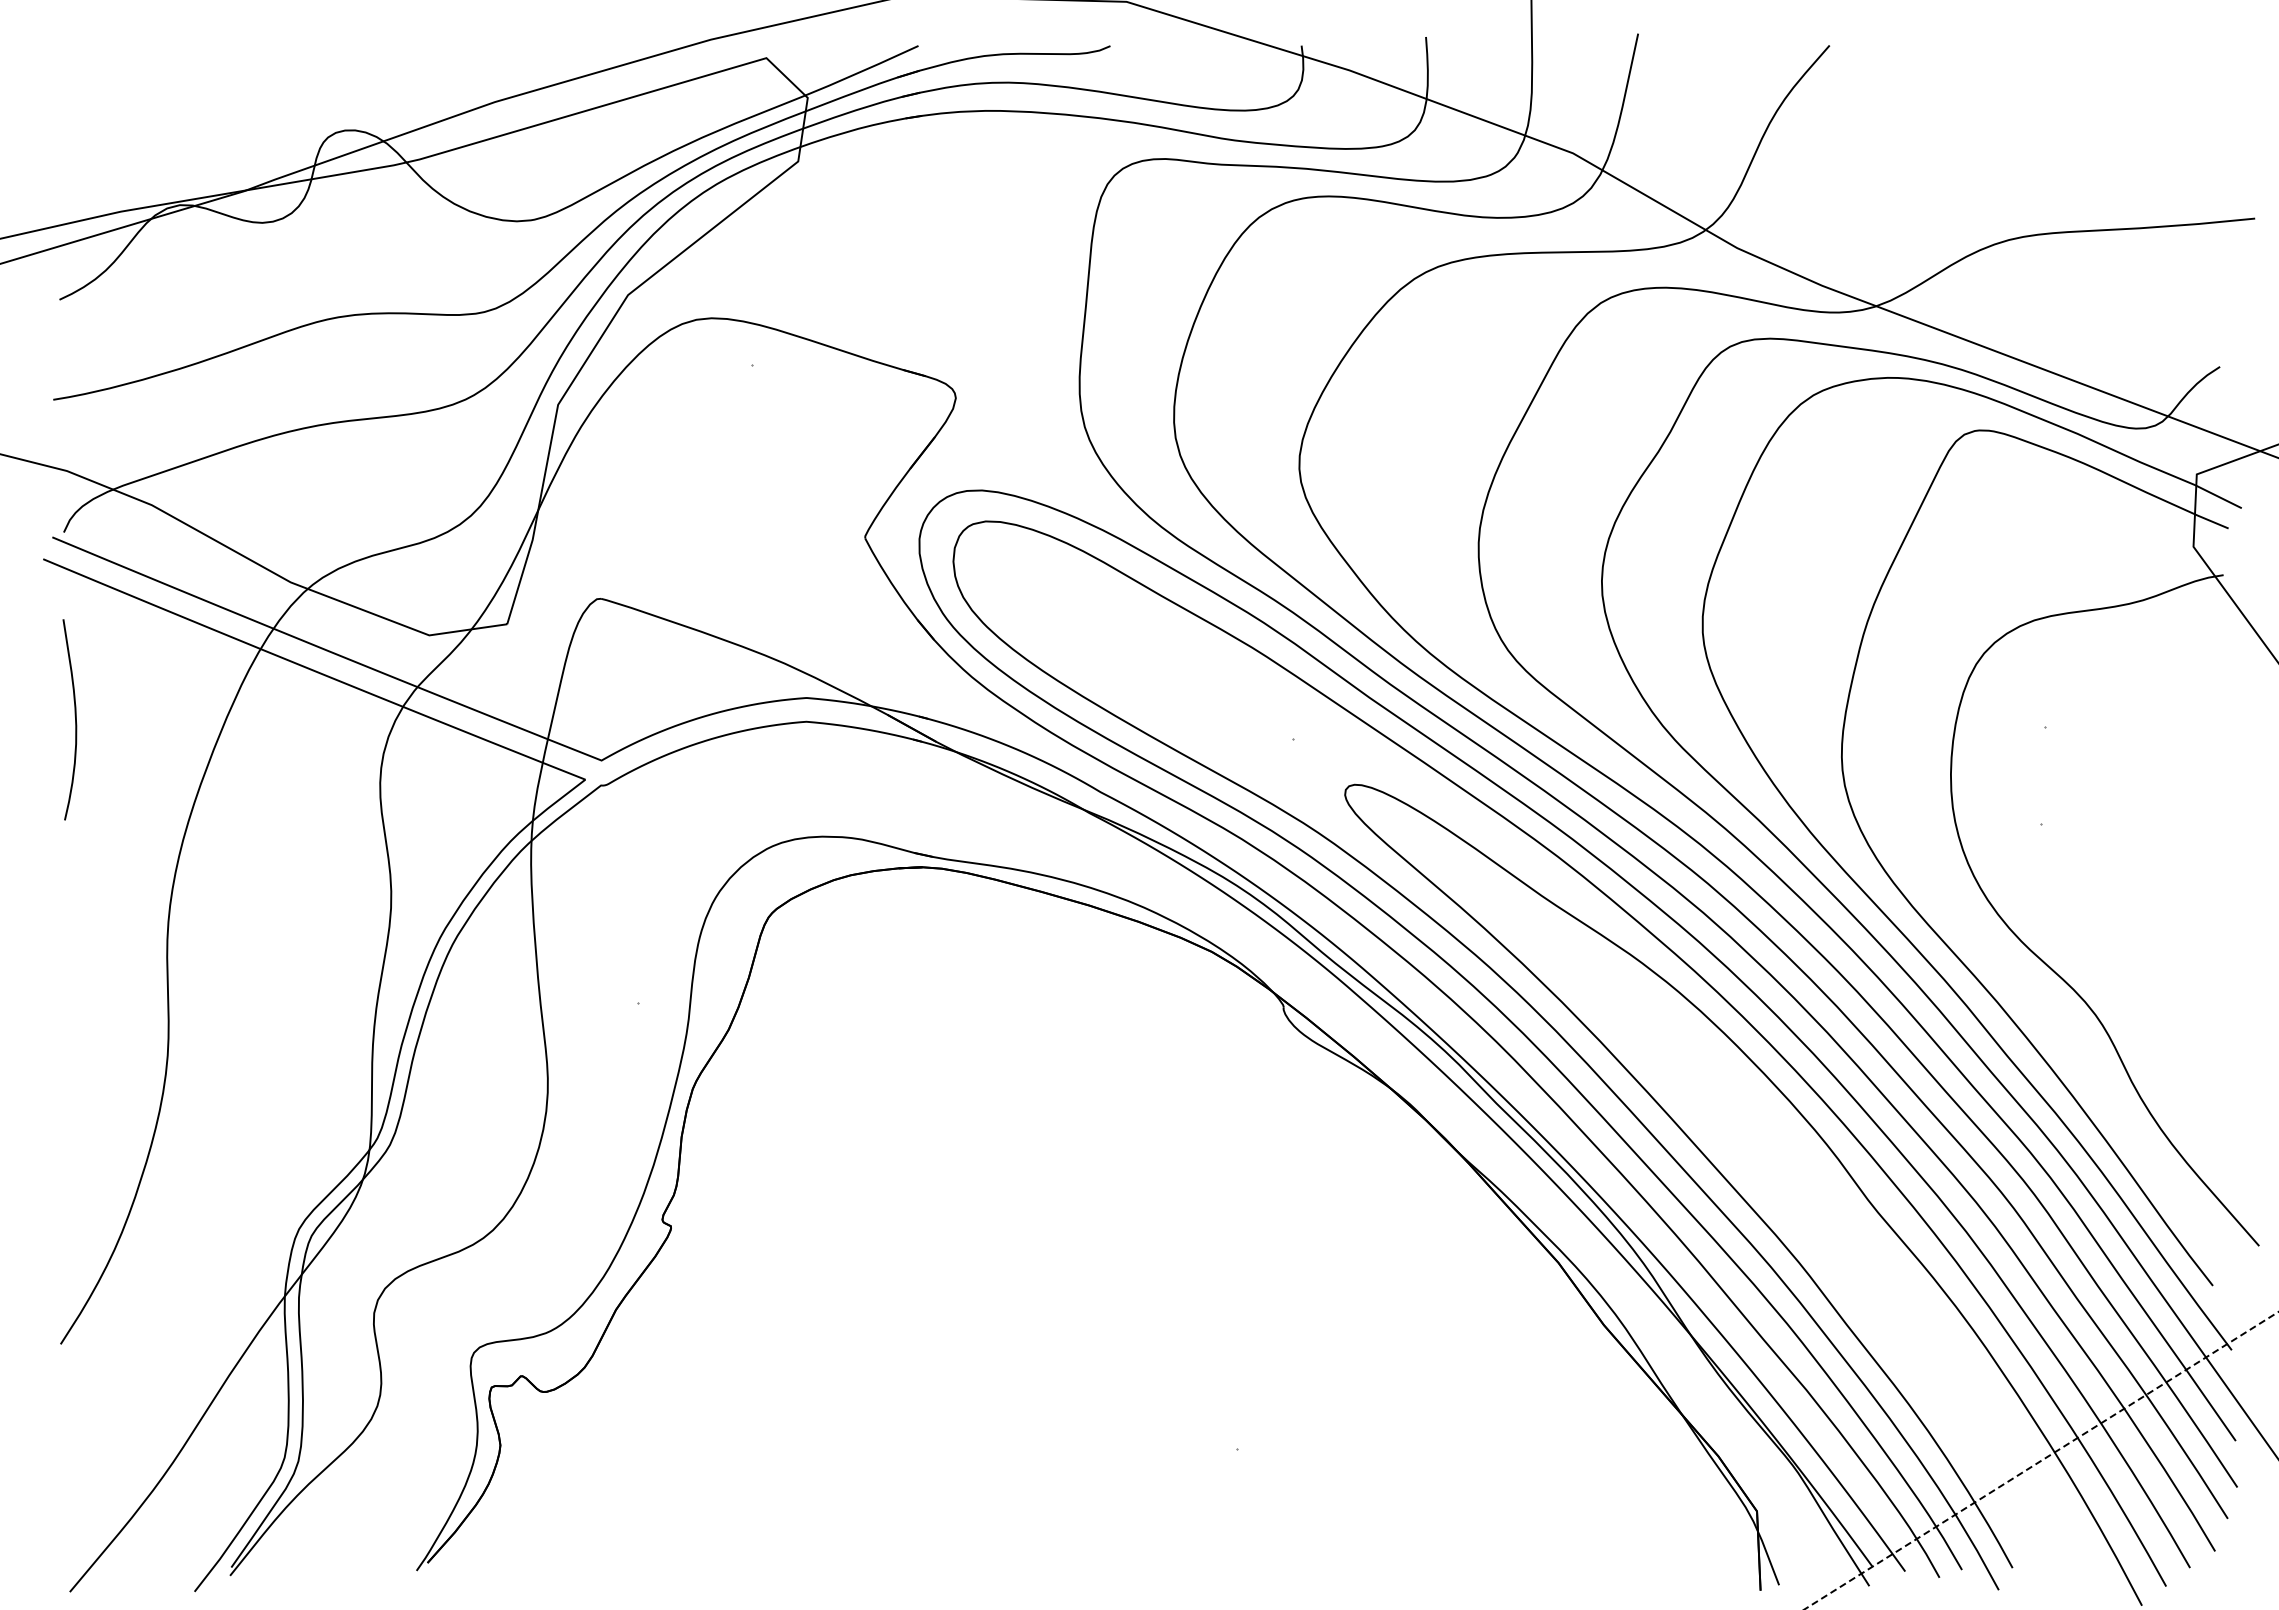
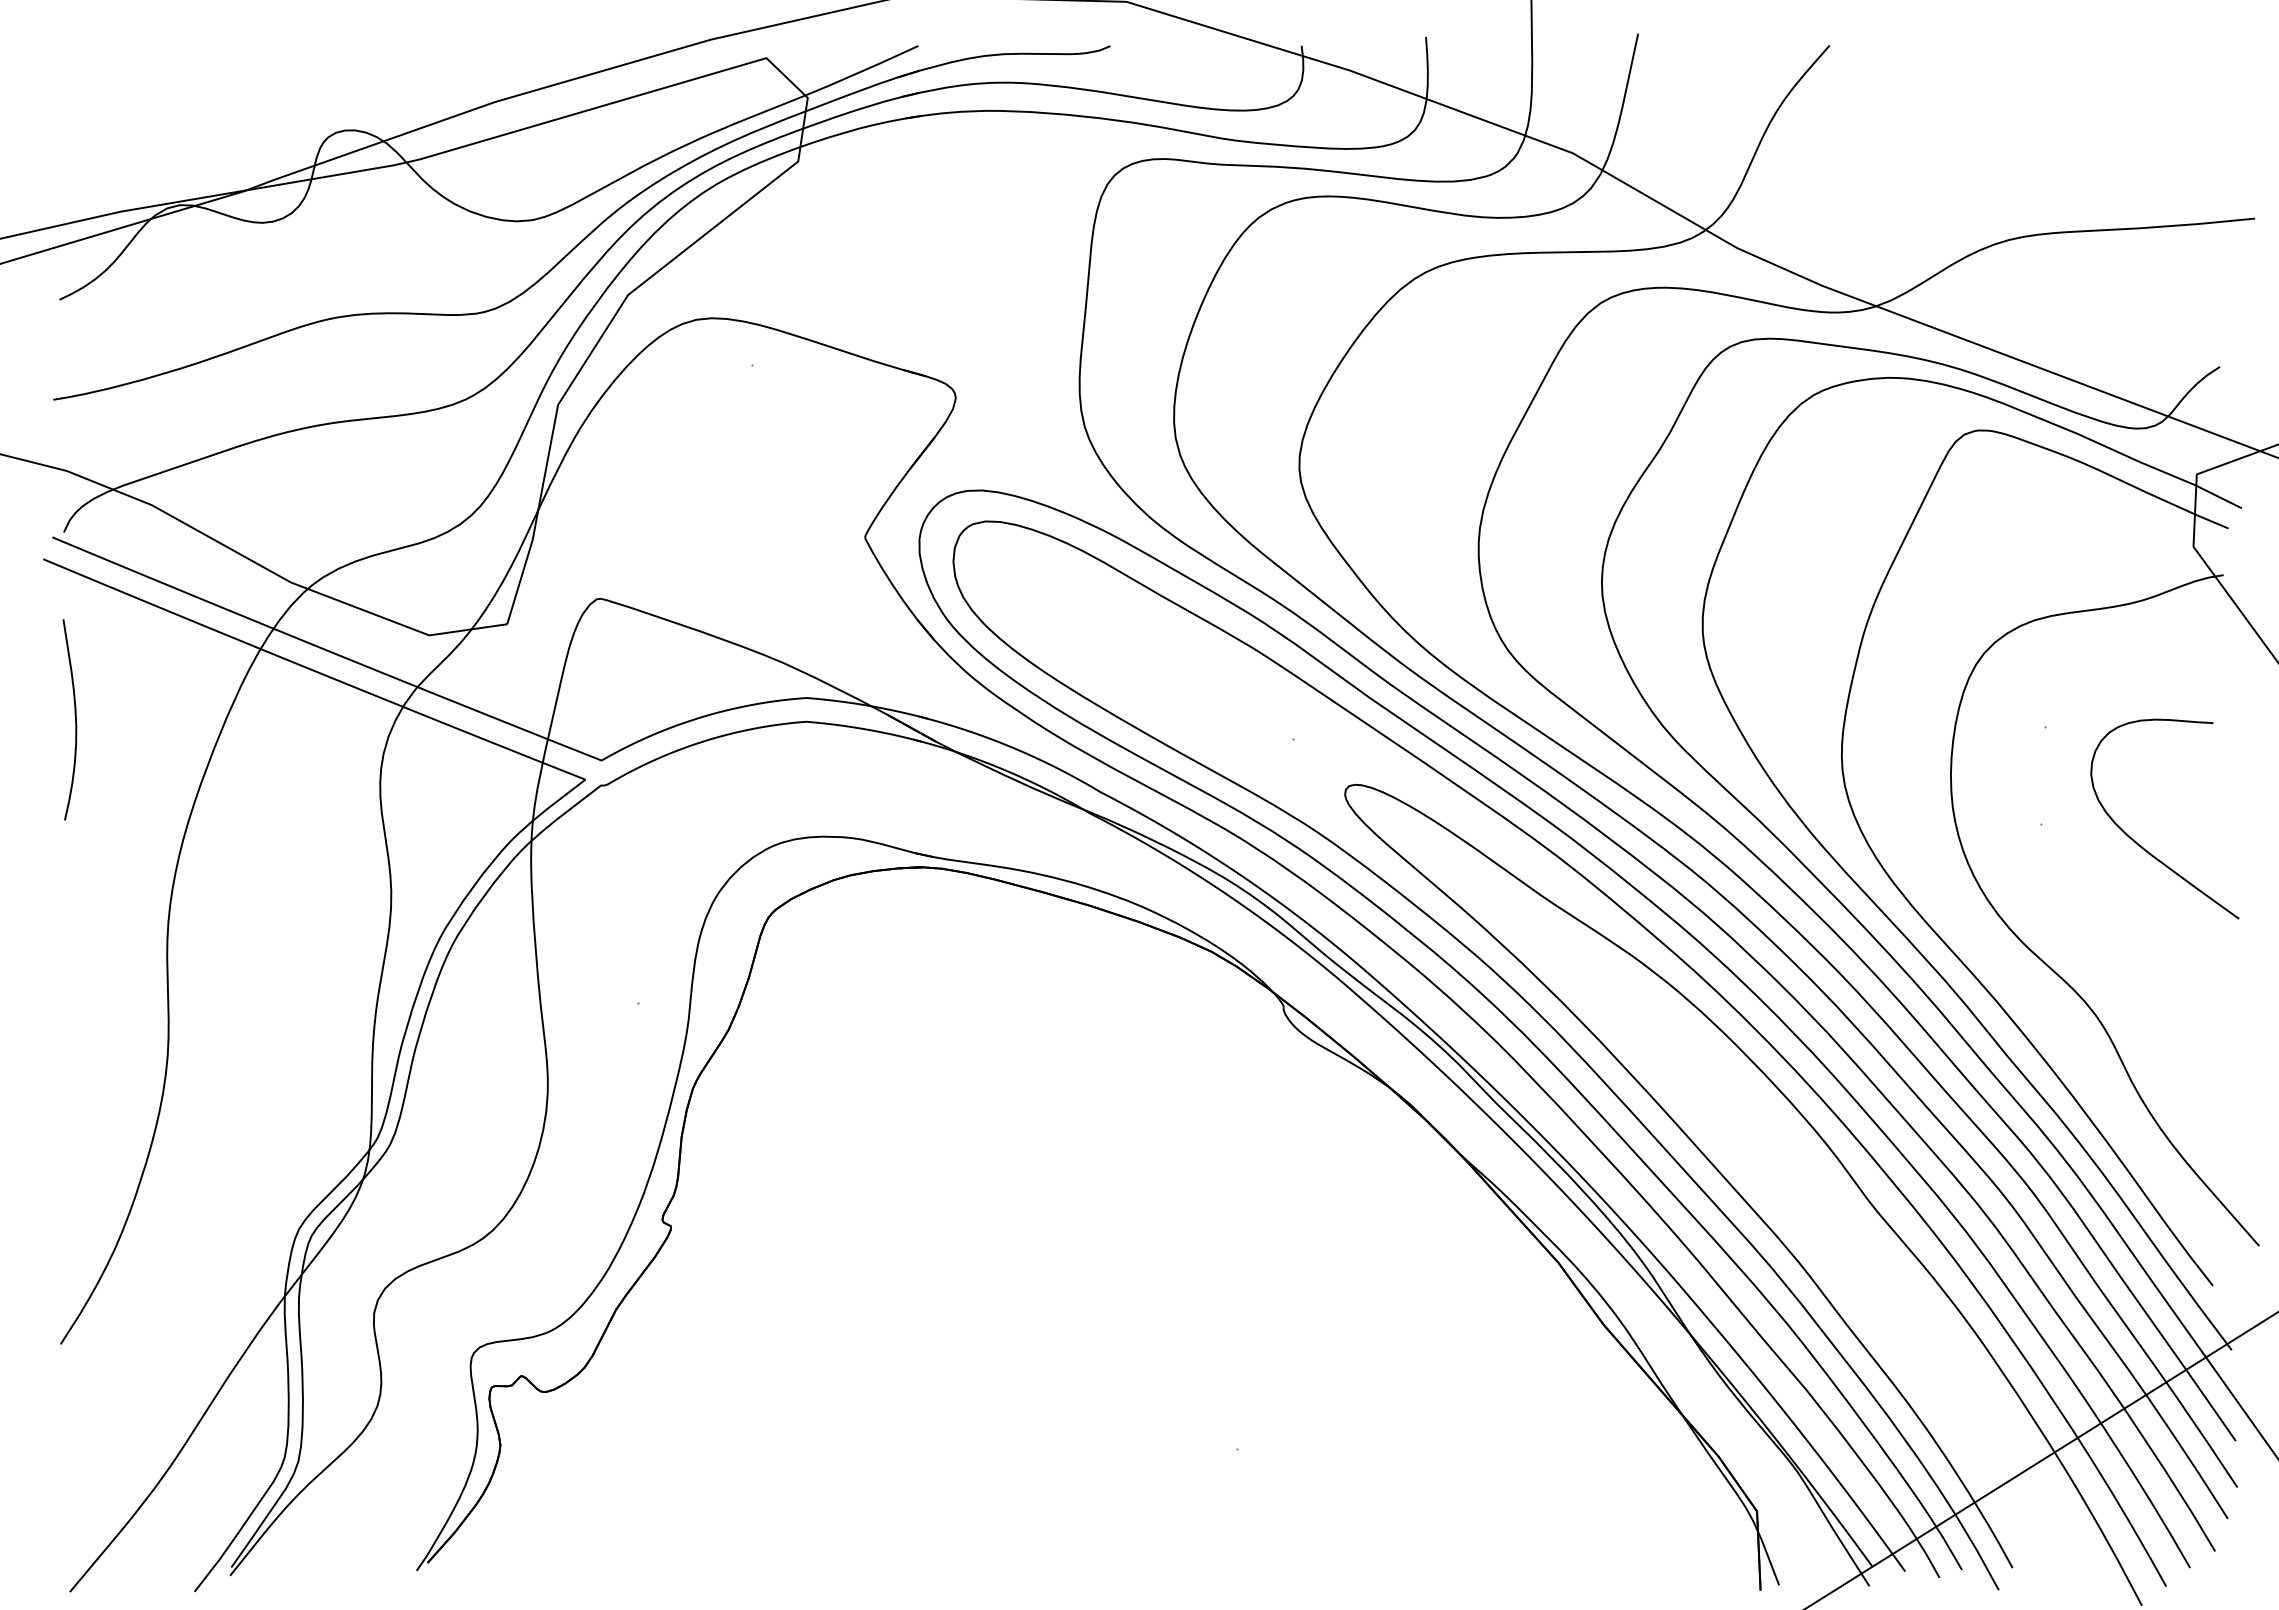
curve at (2141, 845): none -> present
line at (2041, 1460): dashed -> solid
